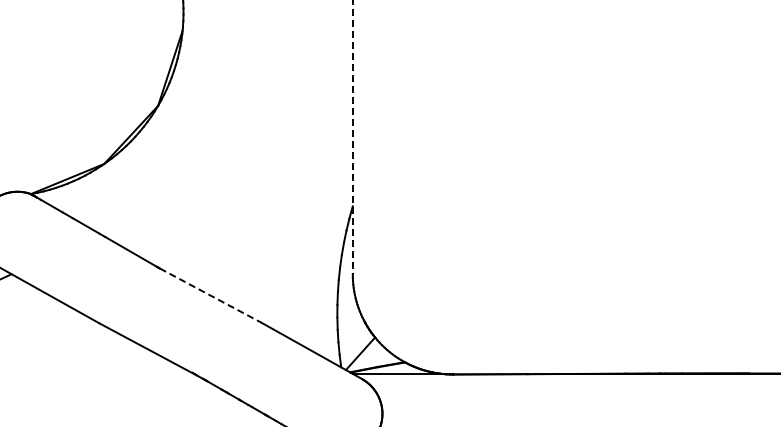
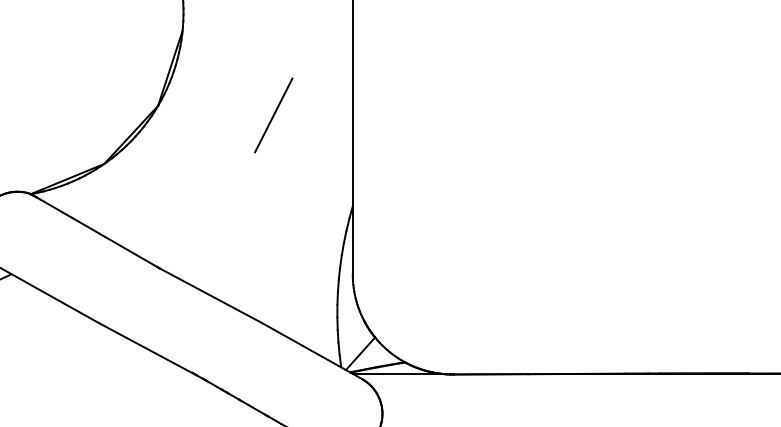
line at (273, 115): none -> present
line at (352, 137): dashed -> solid
line at (210, 295): dashed -> solid
